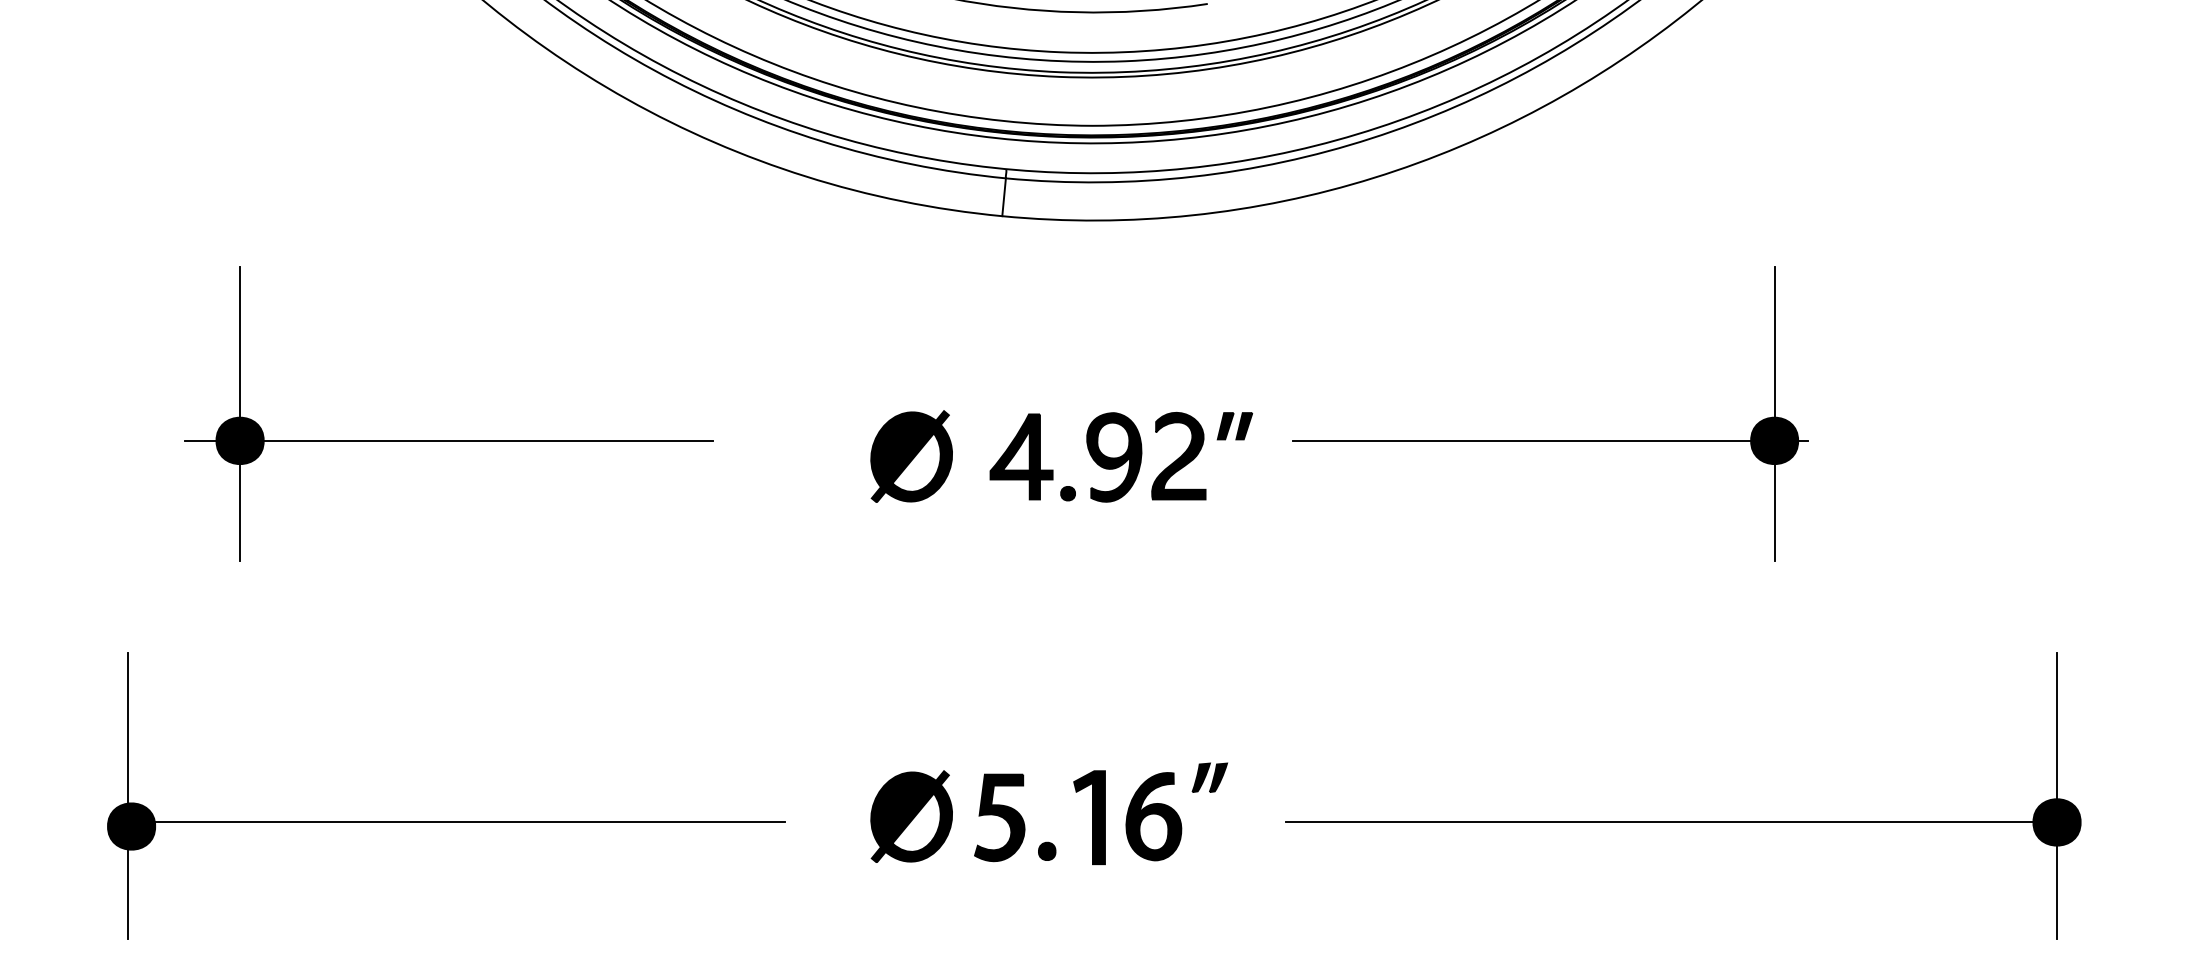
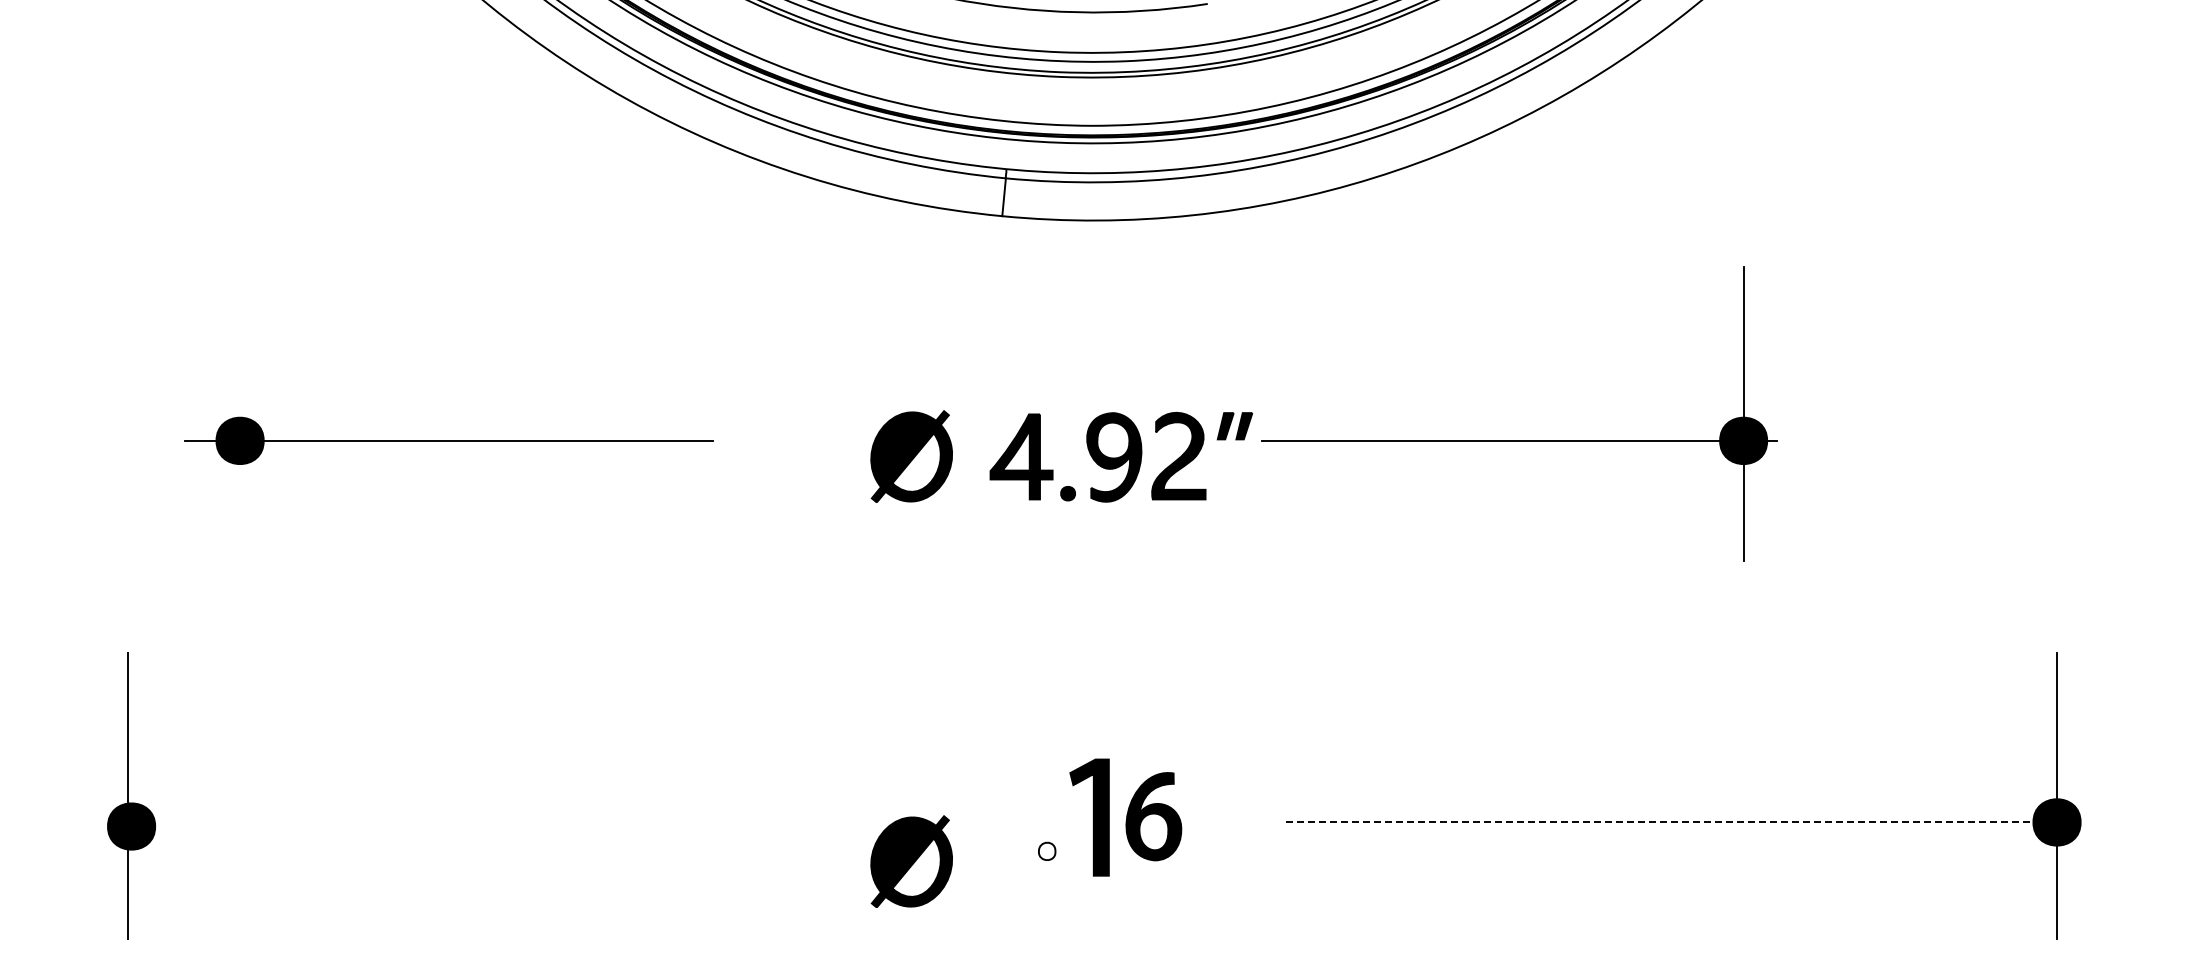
line at (240, 413): present -> none
part at (1550, 440) position: (1550, 440) -> (1519, 440)
part at (1209, 777): present -> none
part at (911, 816) position: (911, 816) -> (911, 861)
part at (999, 817): present -> none
part at (1089, 817) size: 33x96 px -> 41x119 px
line at (455, 822): present -> none
line at (1671, 822): solid -> dashed
fill at (1046, 851): present -> none
